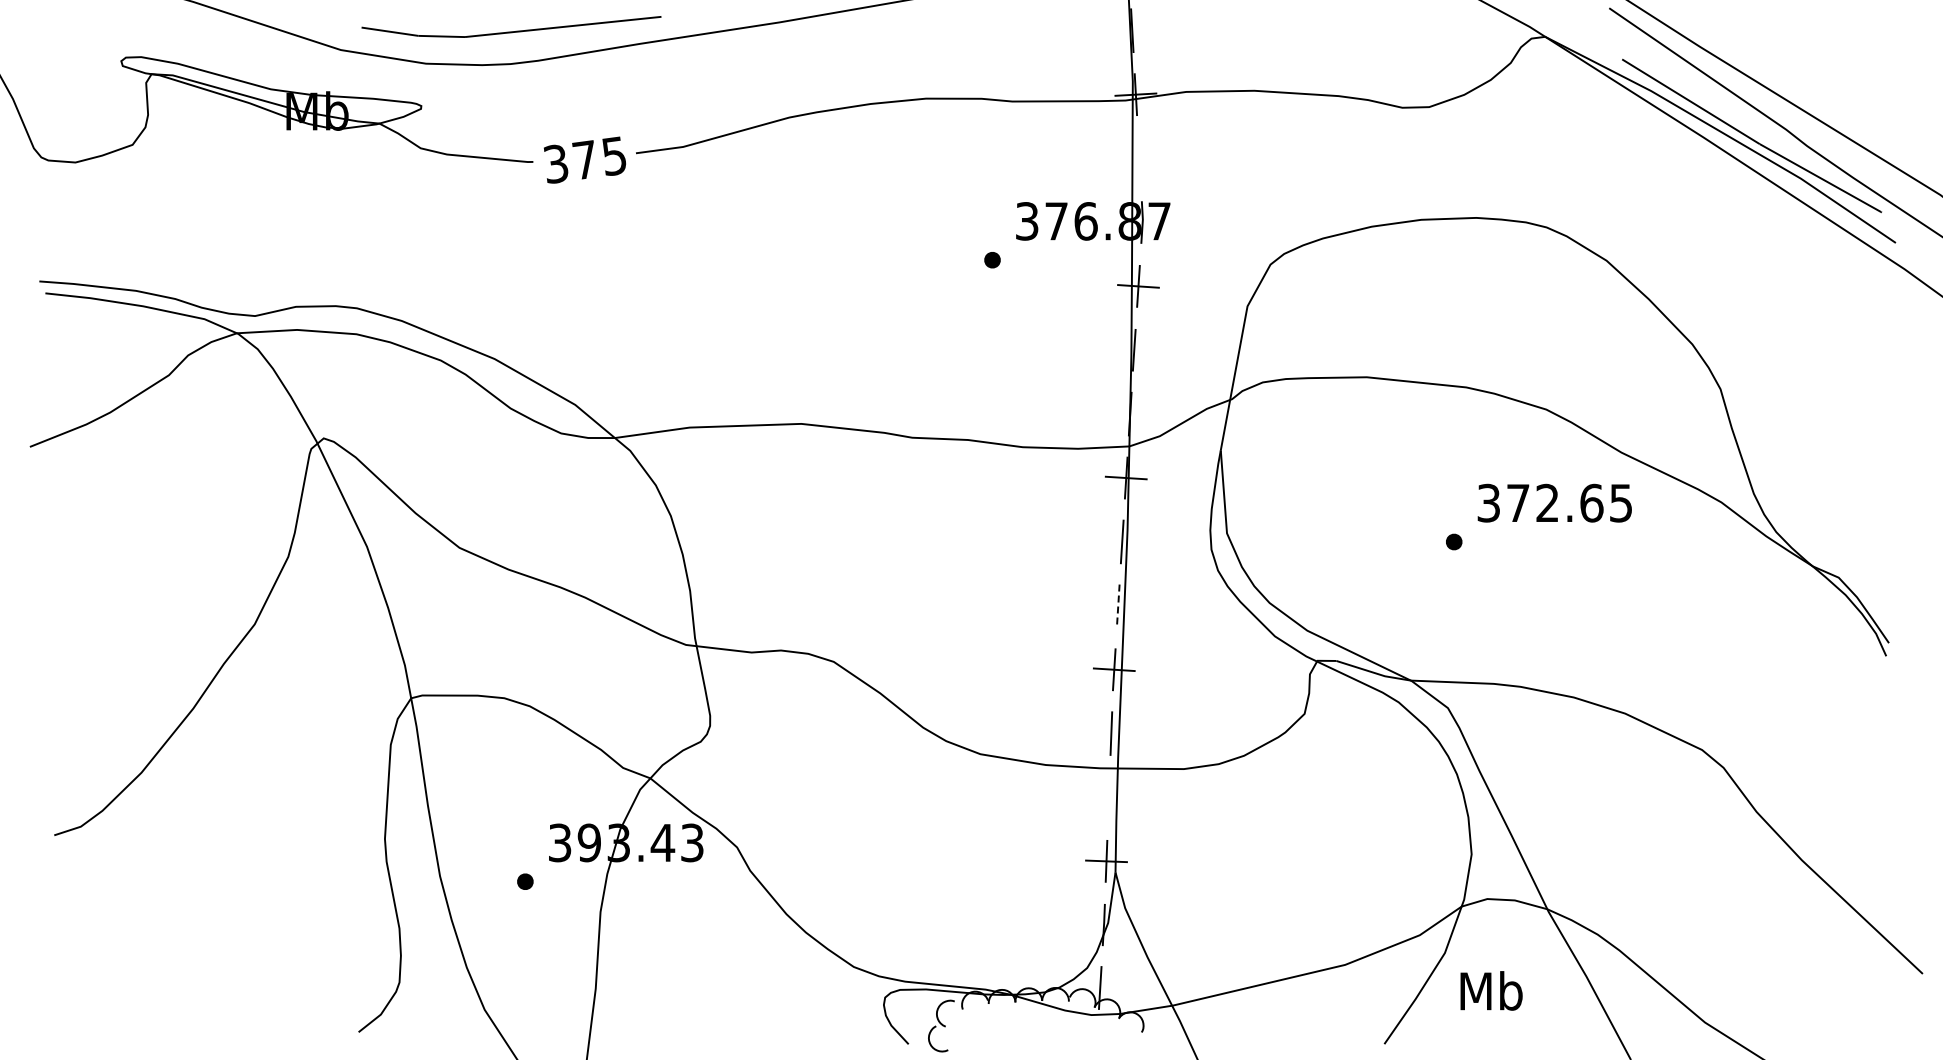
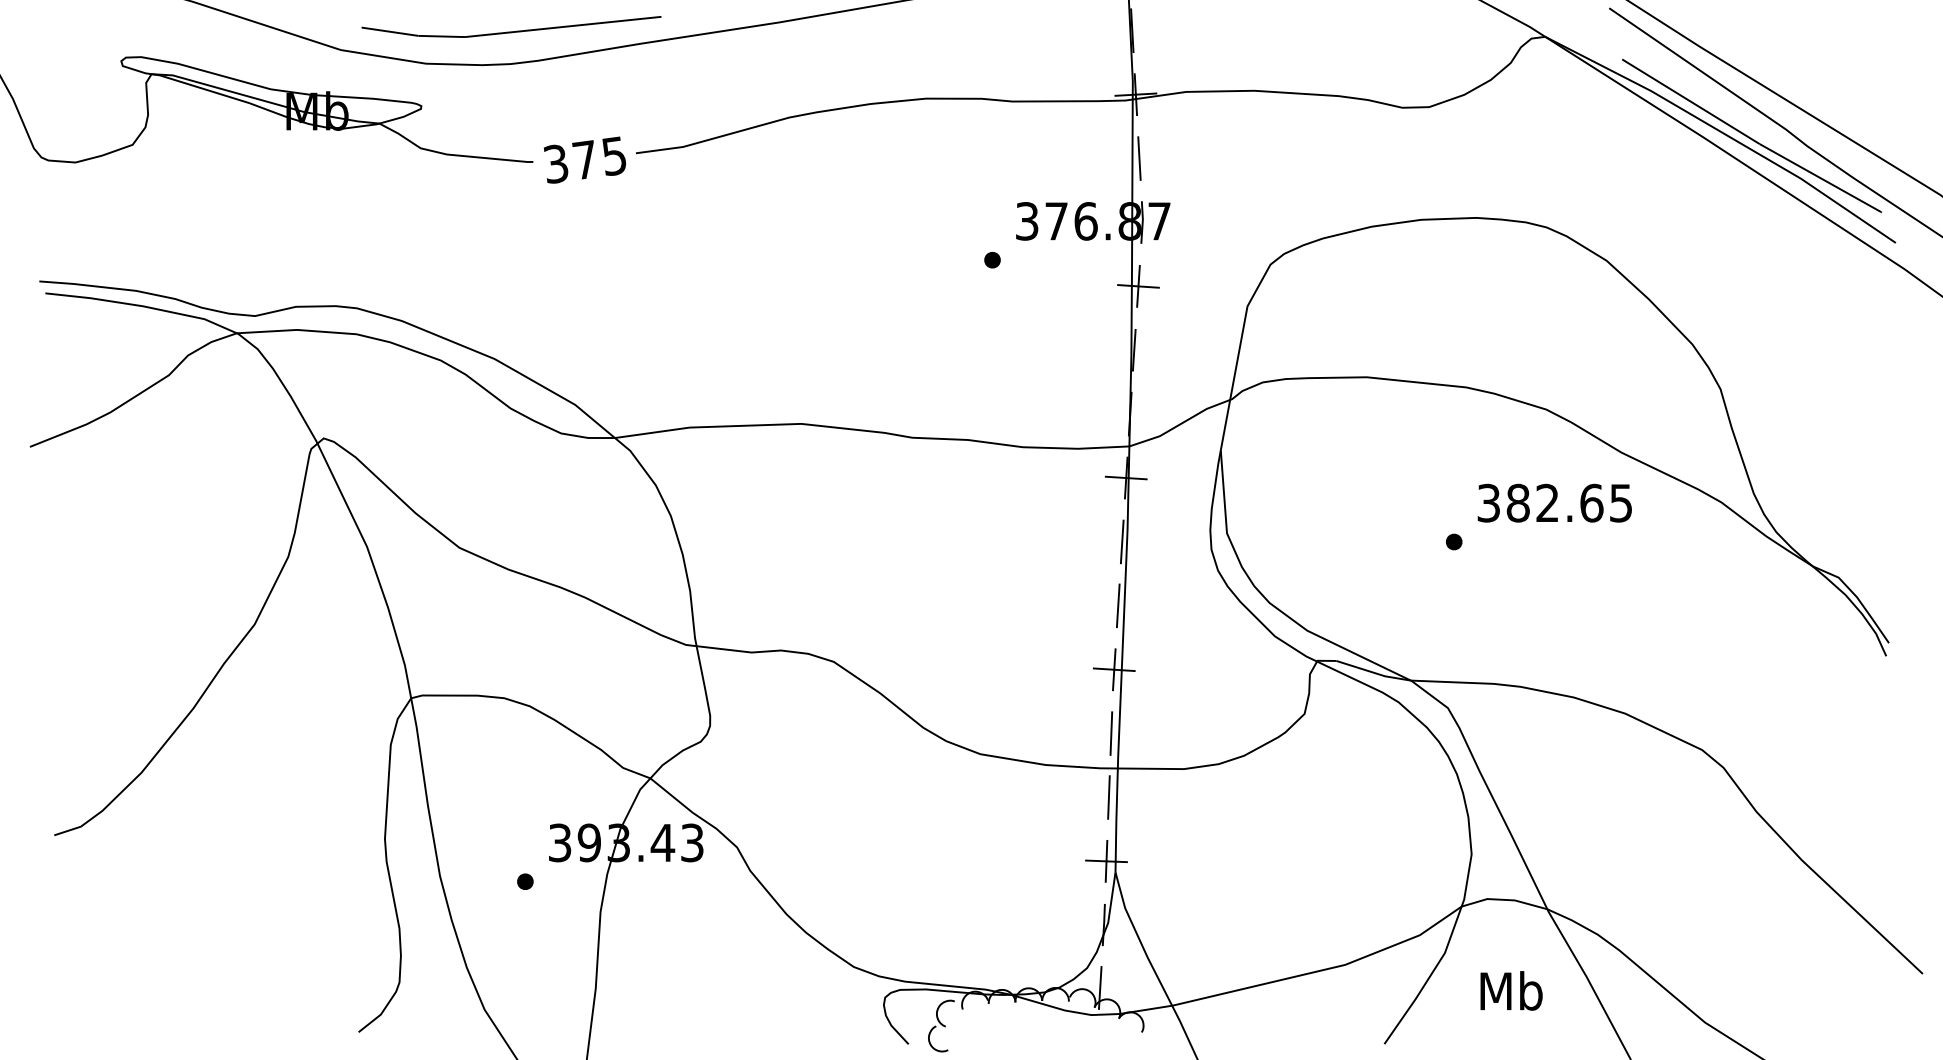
line at (1139, 158): none -> present
text at (1517, 502): 372.65 -> 382.65
line at (1118, 606): dashed -> solid
line at (1108, 797): none -> present
text at (1491, 990) position: (1491, 990) -> (1511, 990)
